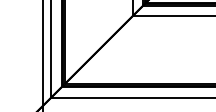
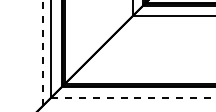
line at (42, 55): solid -> dashed
line at (133, 97): solid -> dashed
